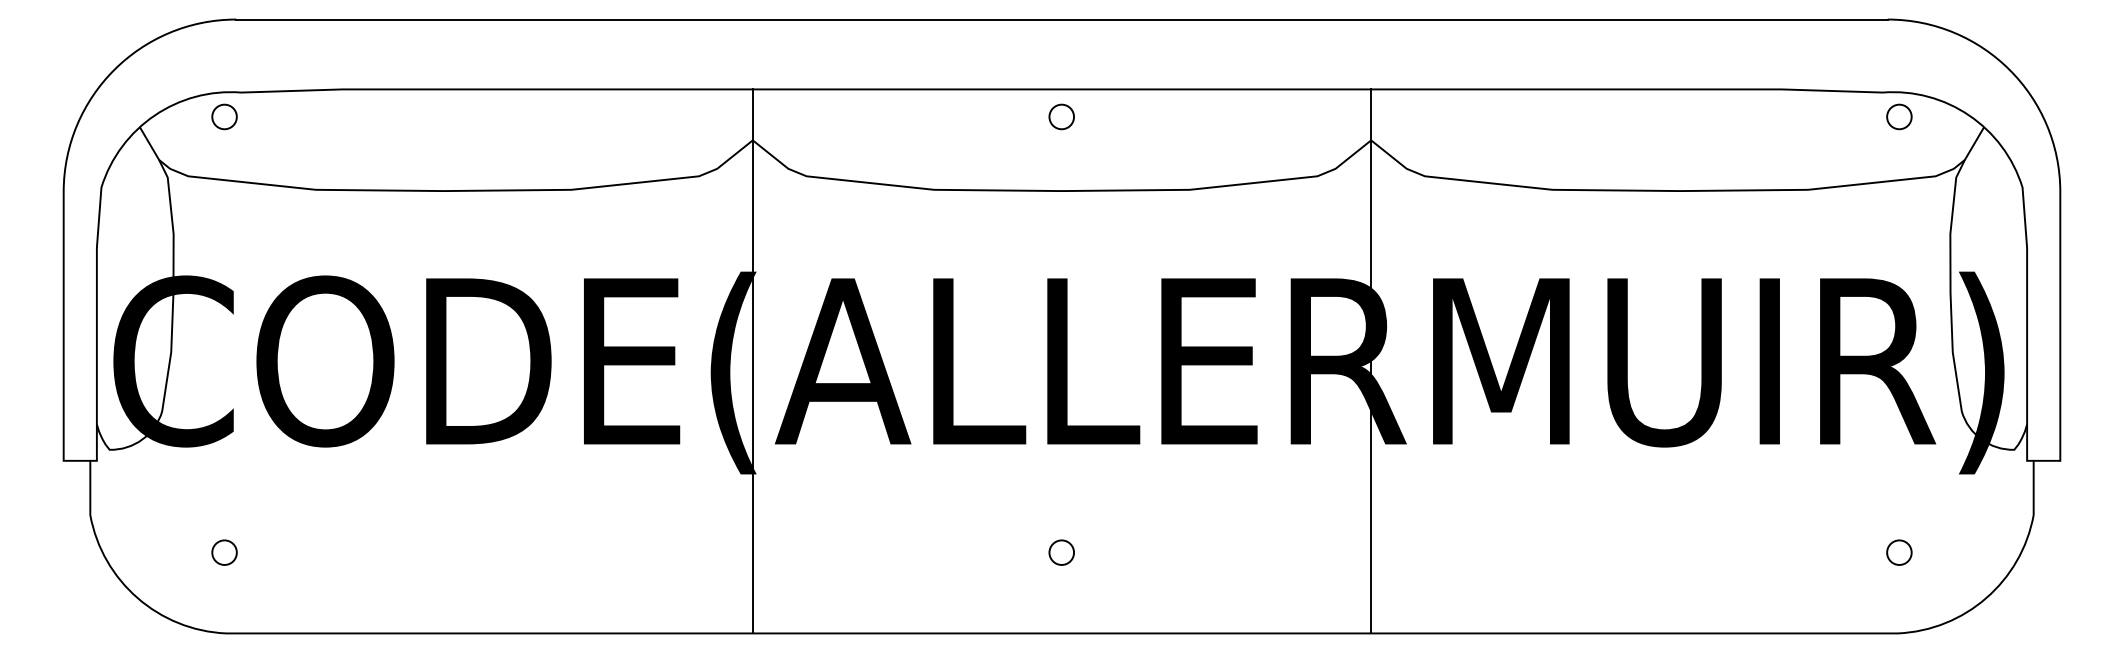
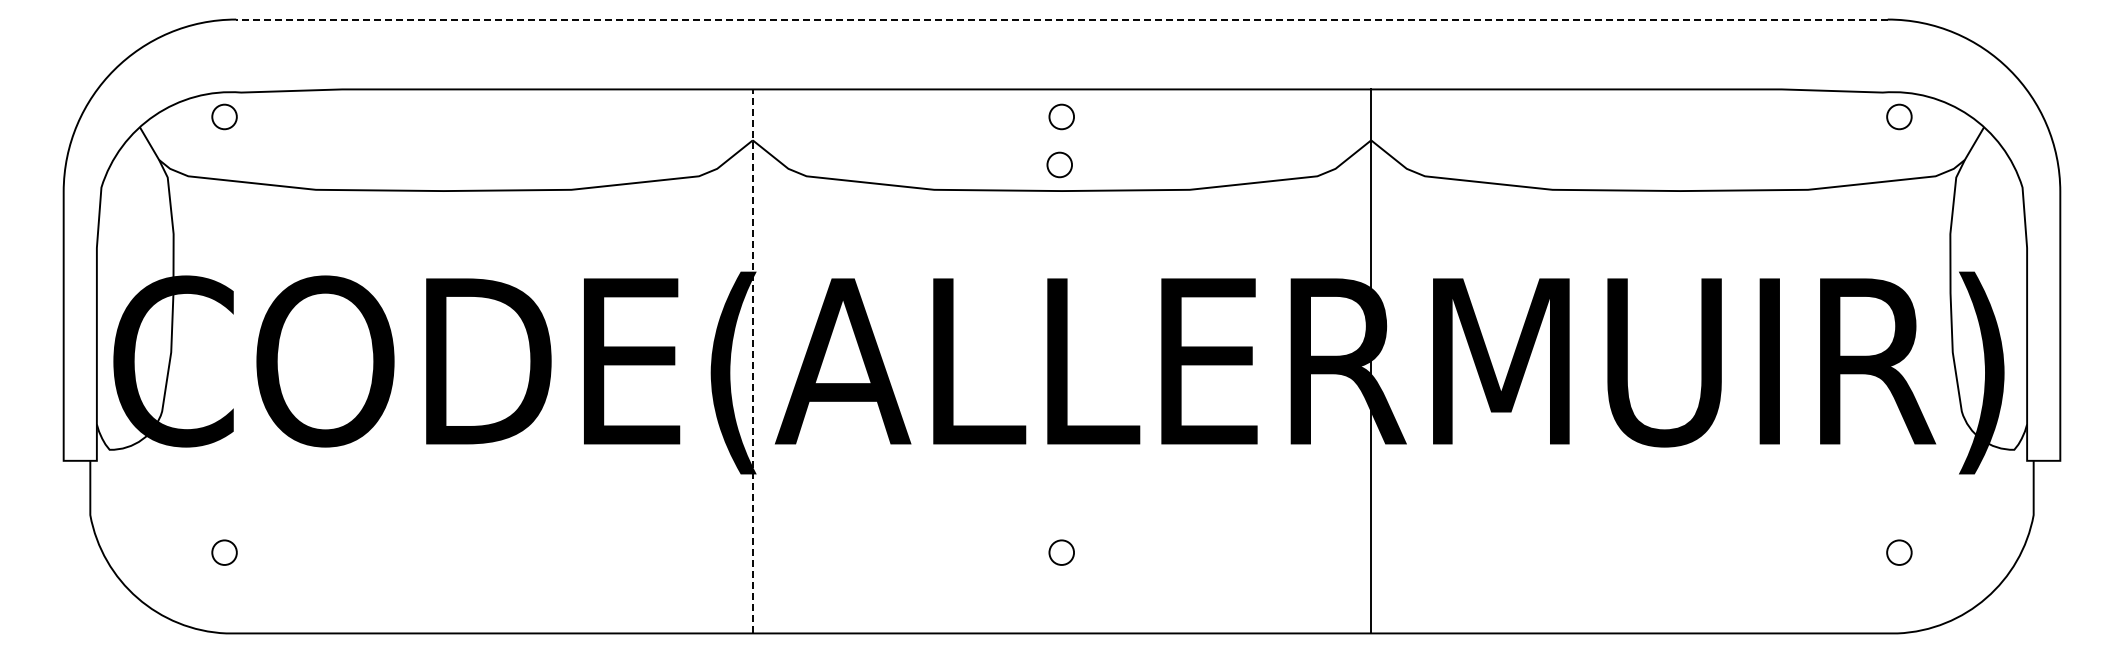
line at (1062, 19): solid -> dashed
circle at (1059, 164): none -> present
line at (752, 361): solid -> dashed
